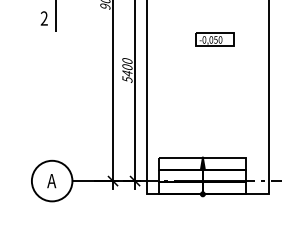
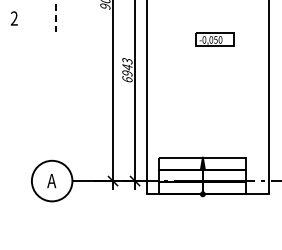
line at (56, 15): solid -> dashed
text at (43, 18) position: (43, 18) -> (13, 18)
text at (127, 70): 5400 -> 6943
